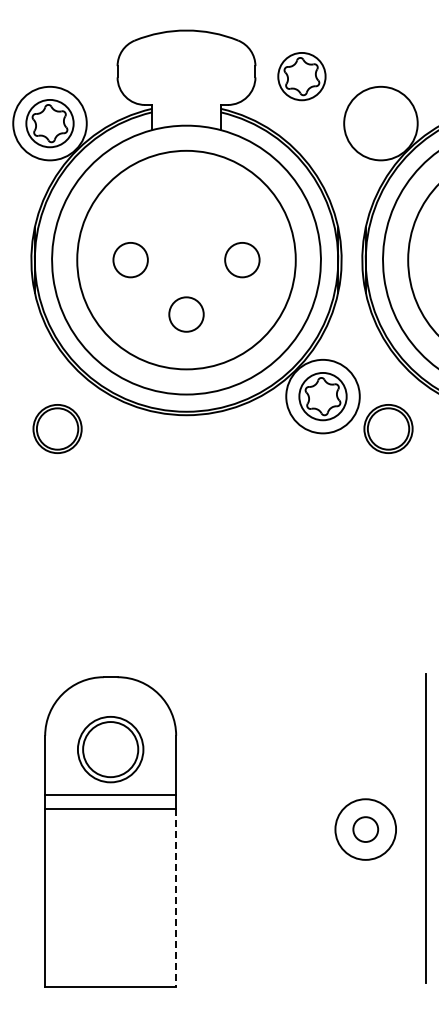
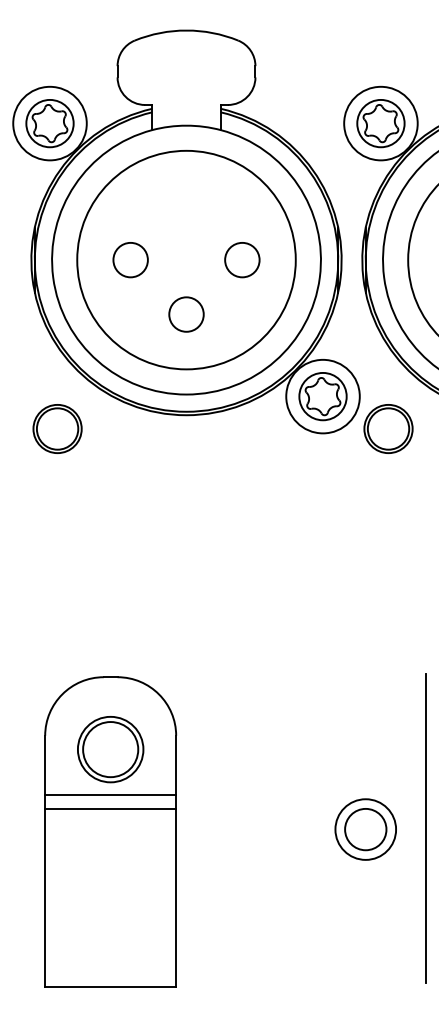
part at (301, 76) position: (301, 76) -> (380, 123)
circle at (365, 829) diameter: 25 px -> 41 px
line at (176, 898): dashed -> solid
